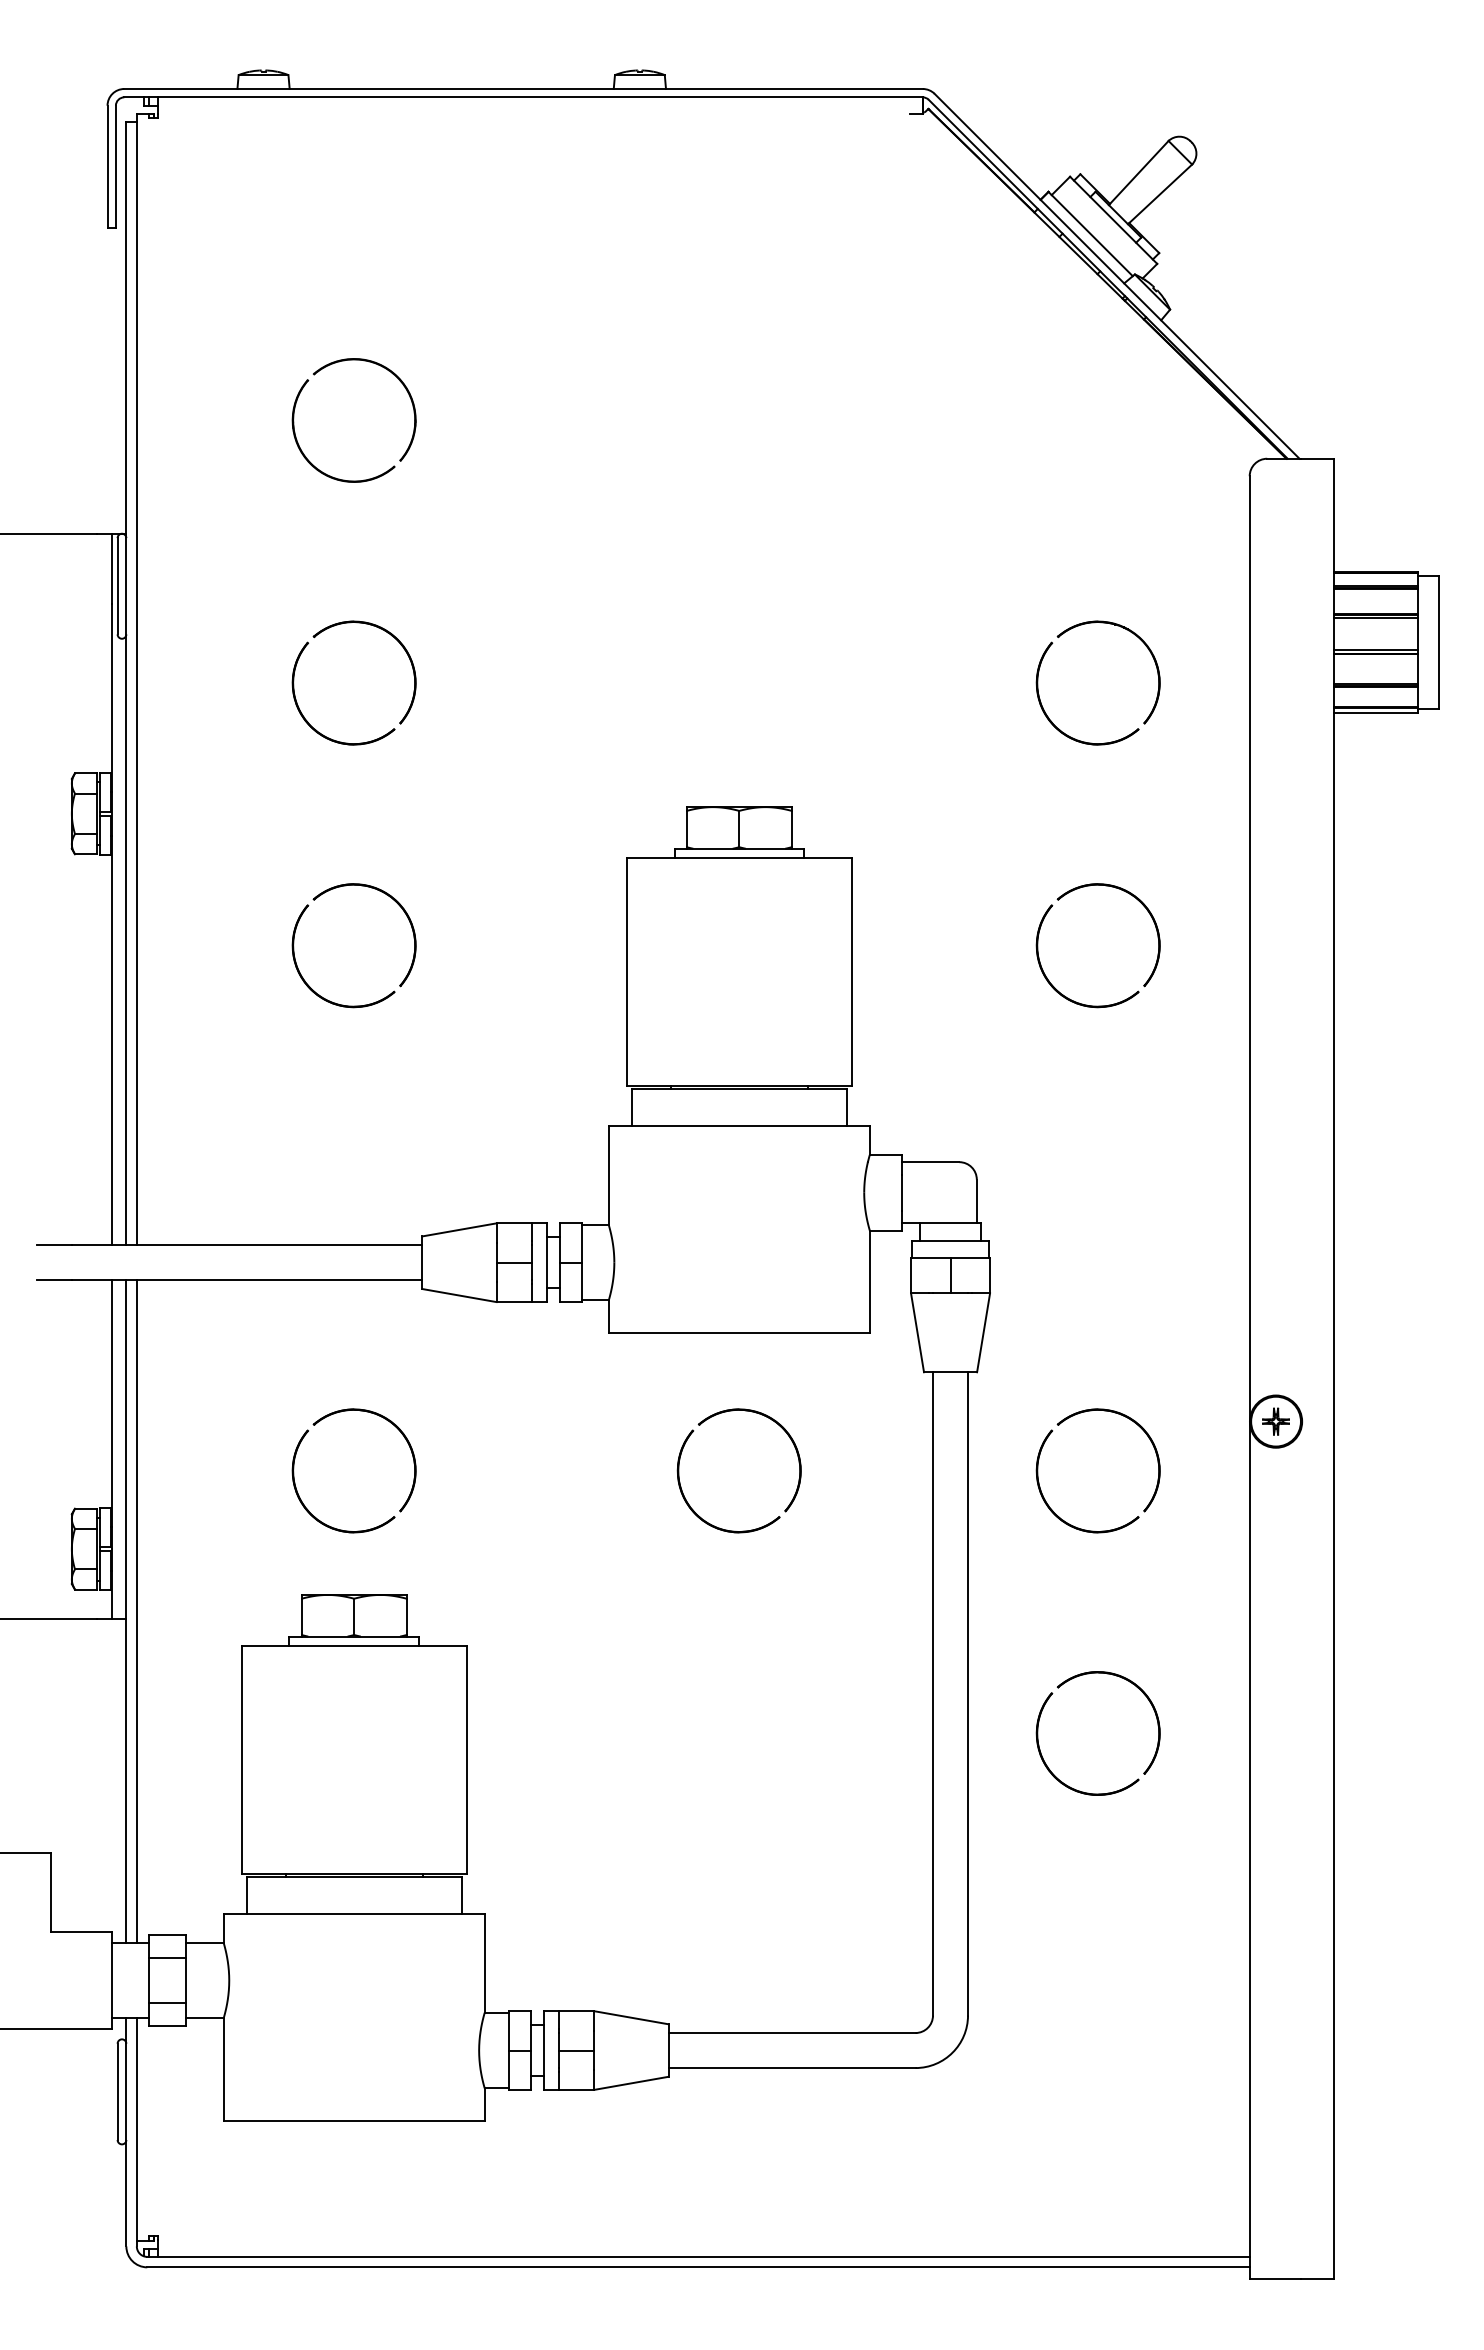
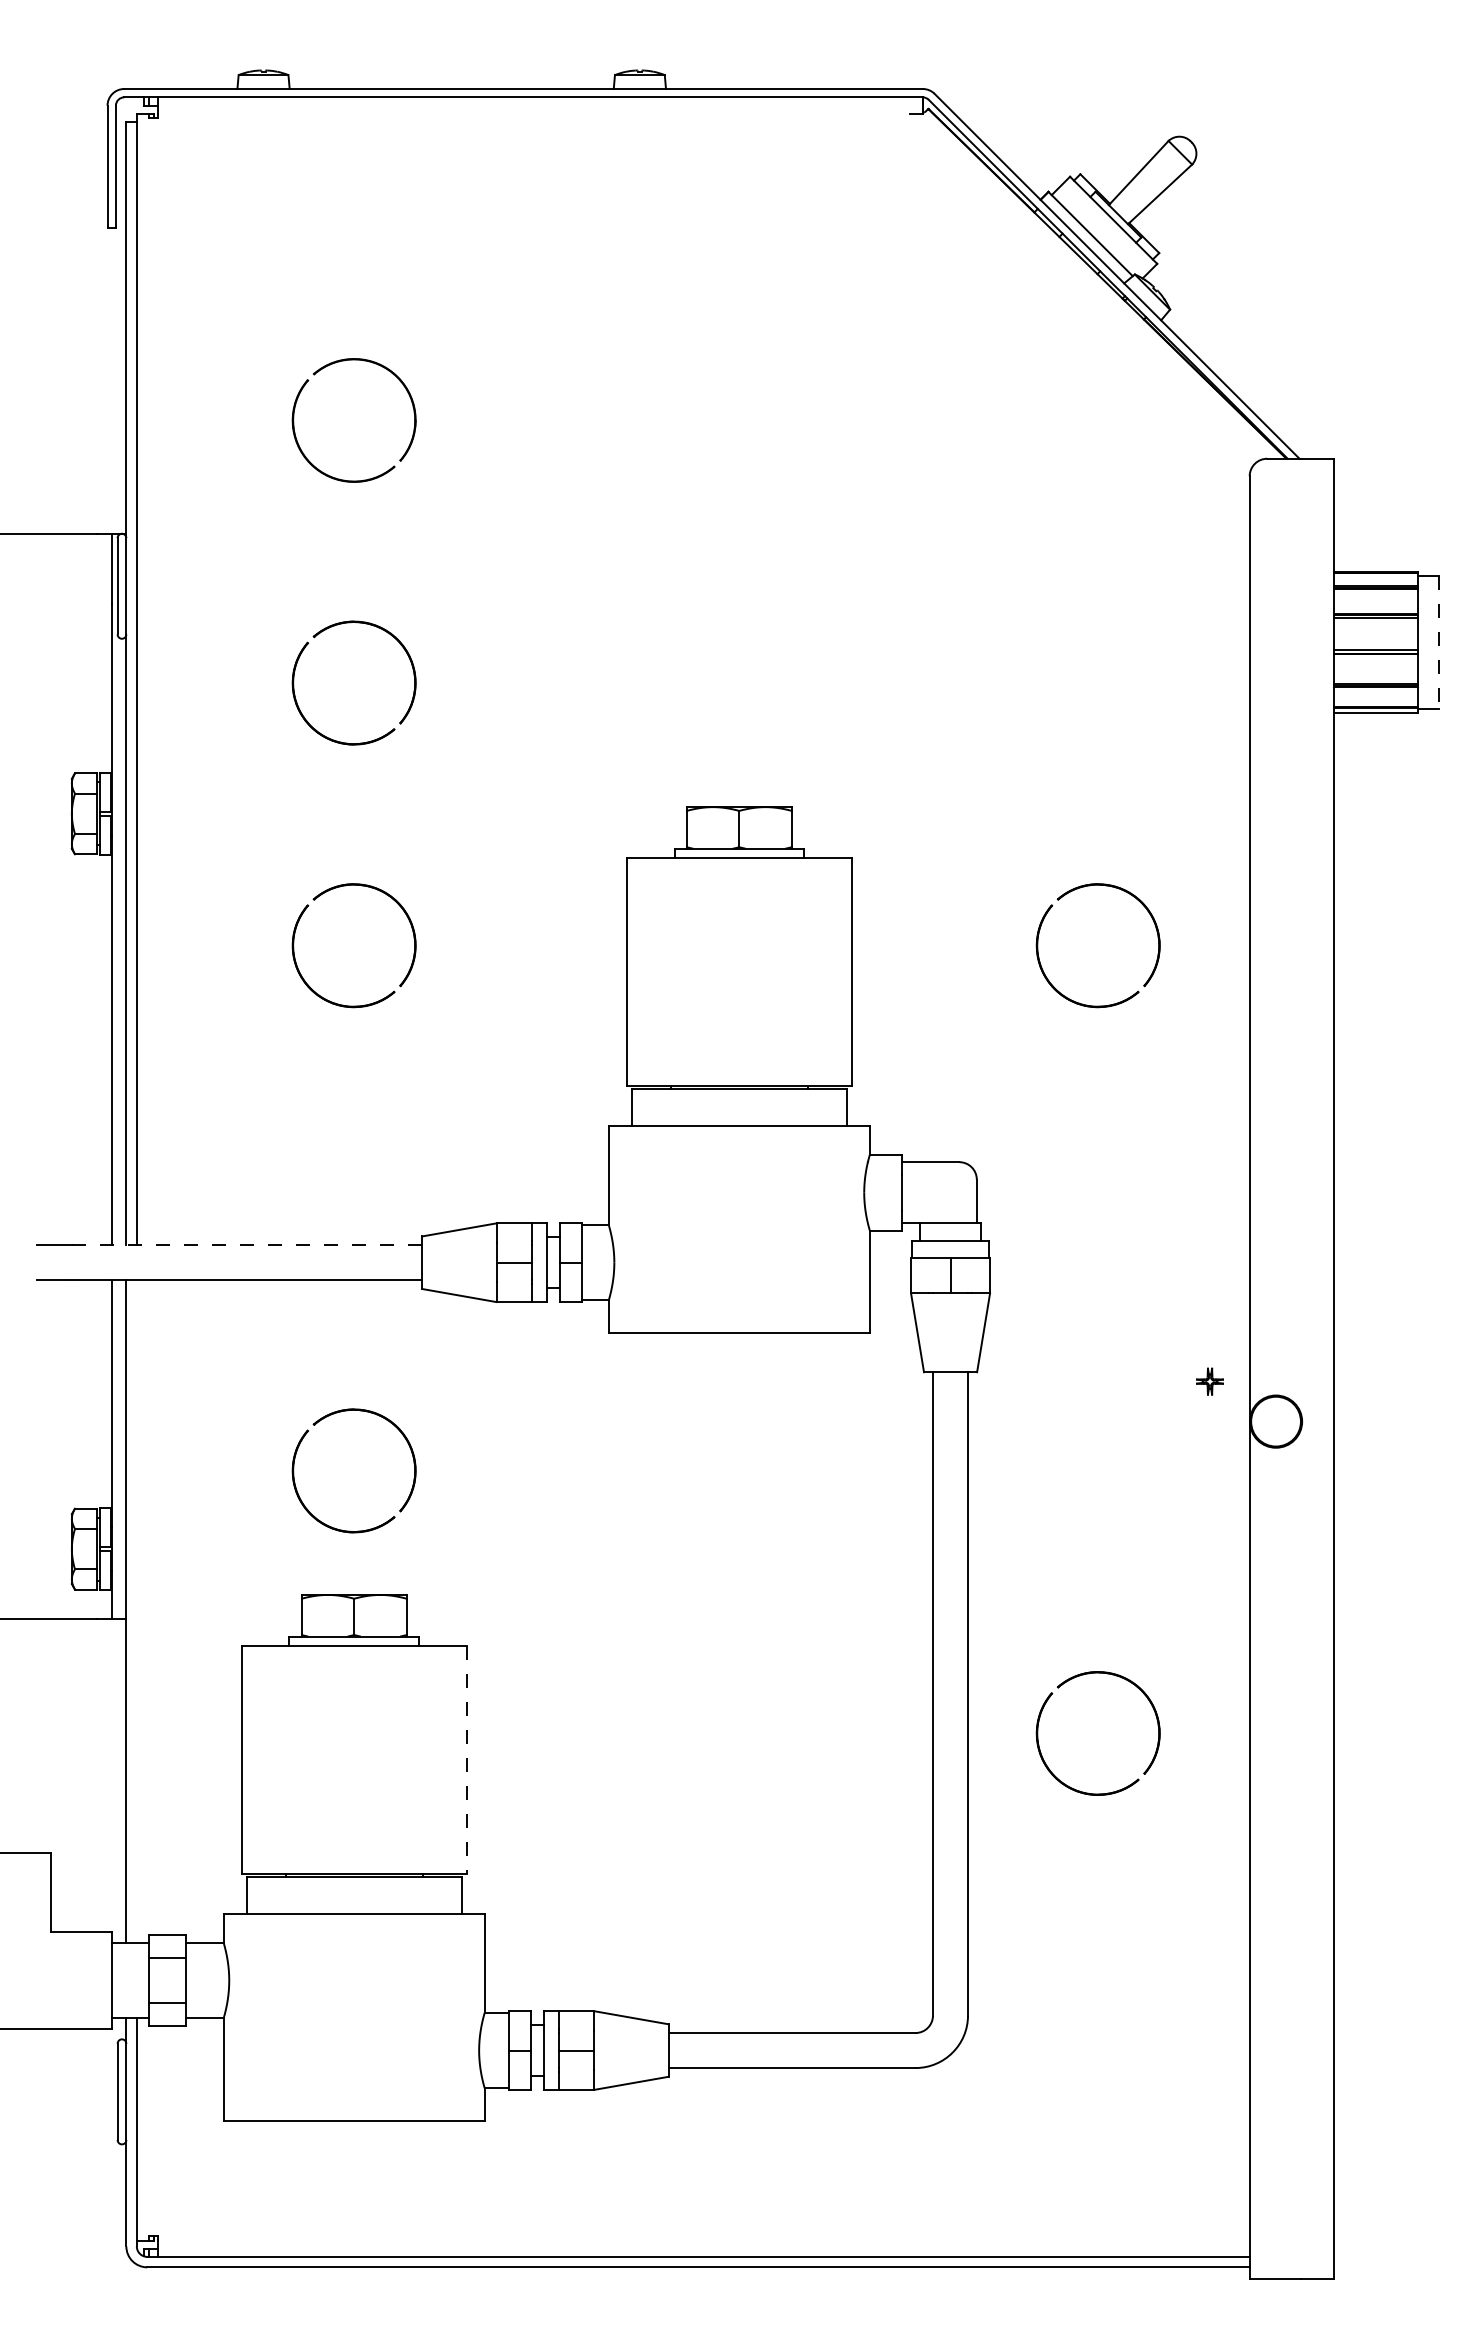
part at (1058, 638): present -> none
line at (1439, 642): solid -> dashed
line at (247, 1245): solid -> dashed
part at (1275, 1421) position: (1275, 1421) -> (1209, 1381)
part at (690, 1436): present -> none
part at (1049, 1436): present -> none
line at (136, 1611): present -> none
line at (466, 1759): solid -> dashed
